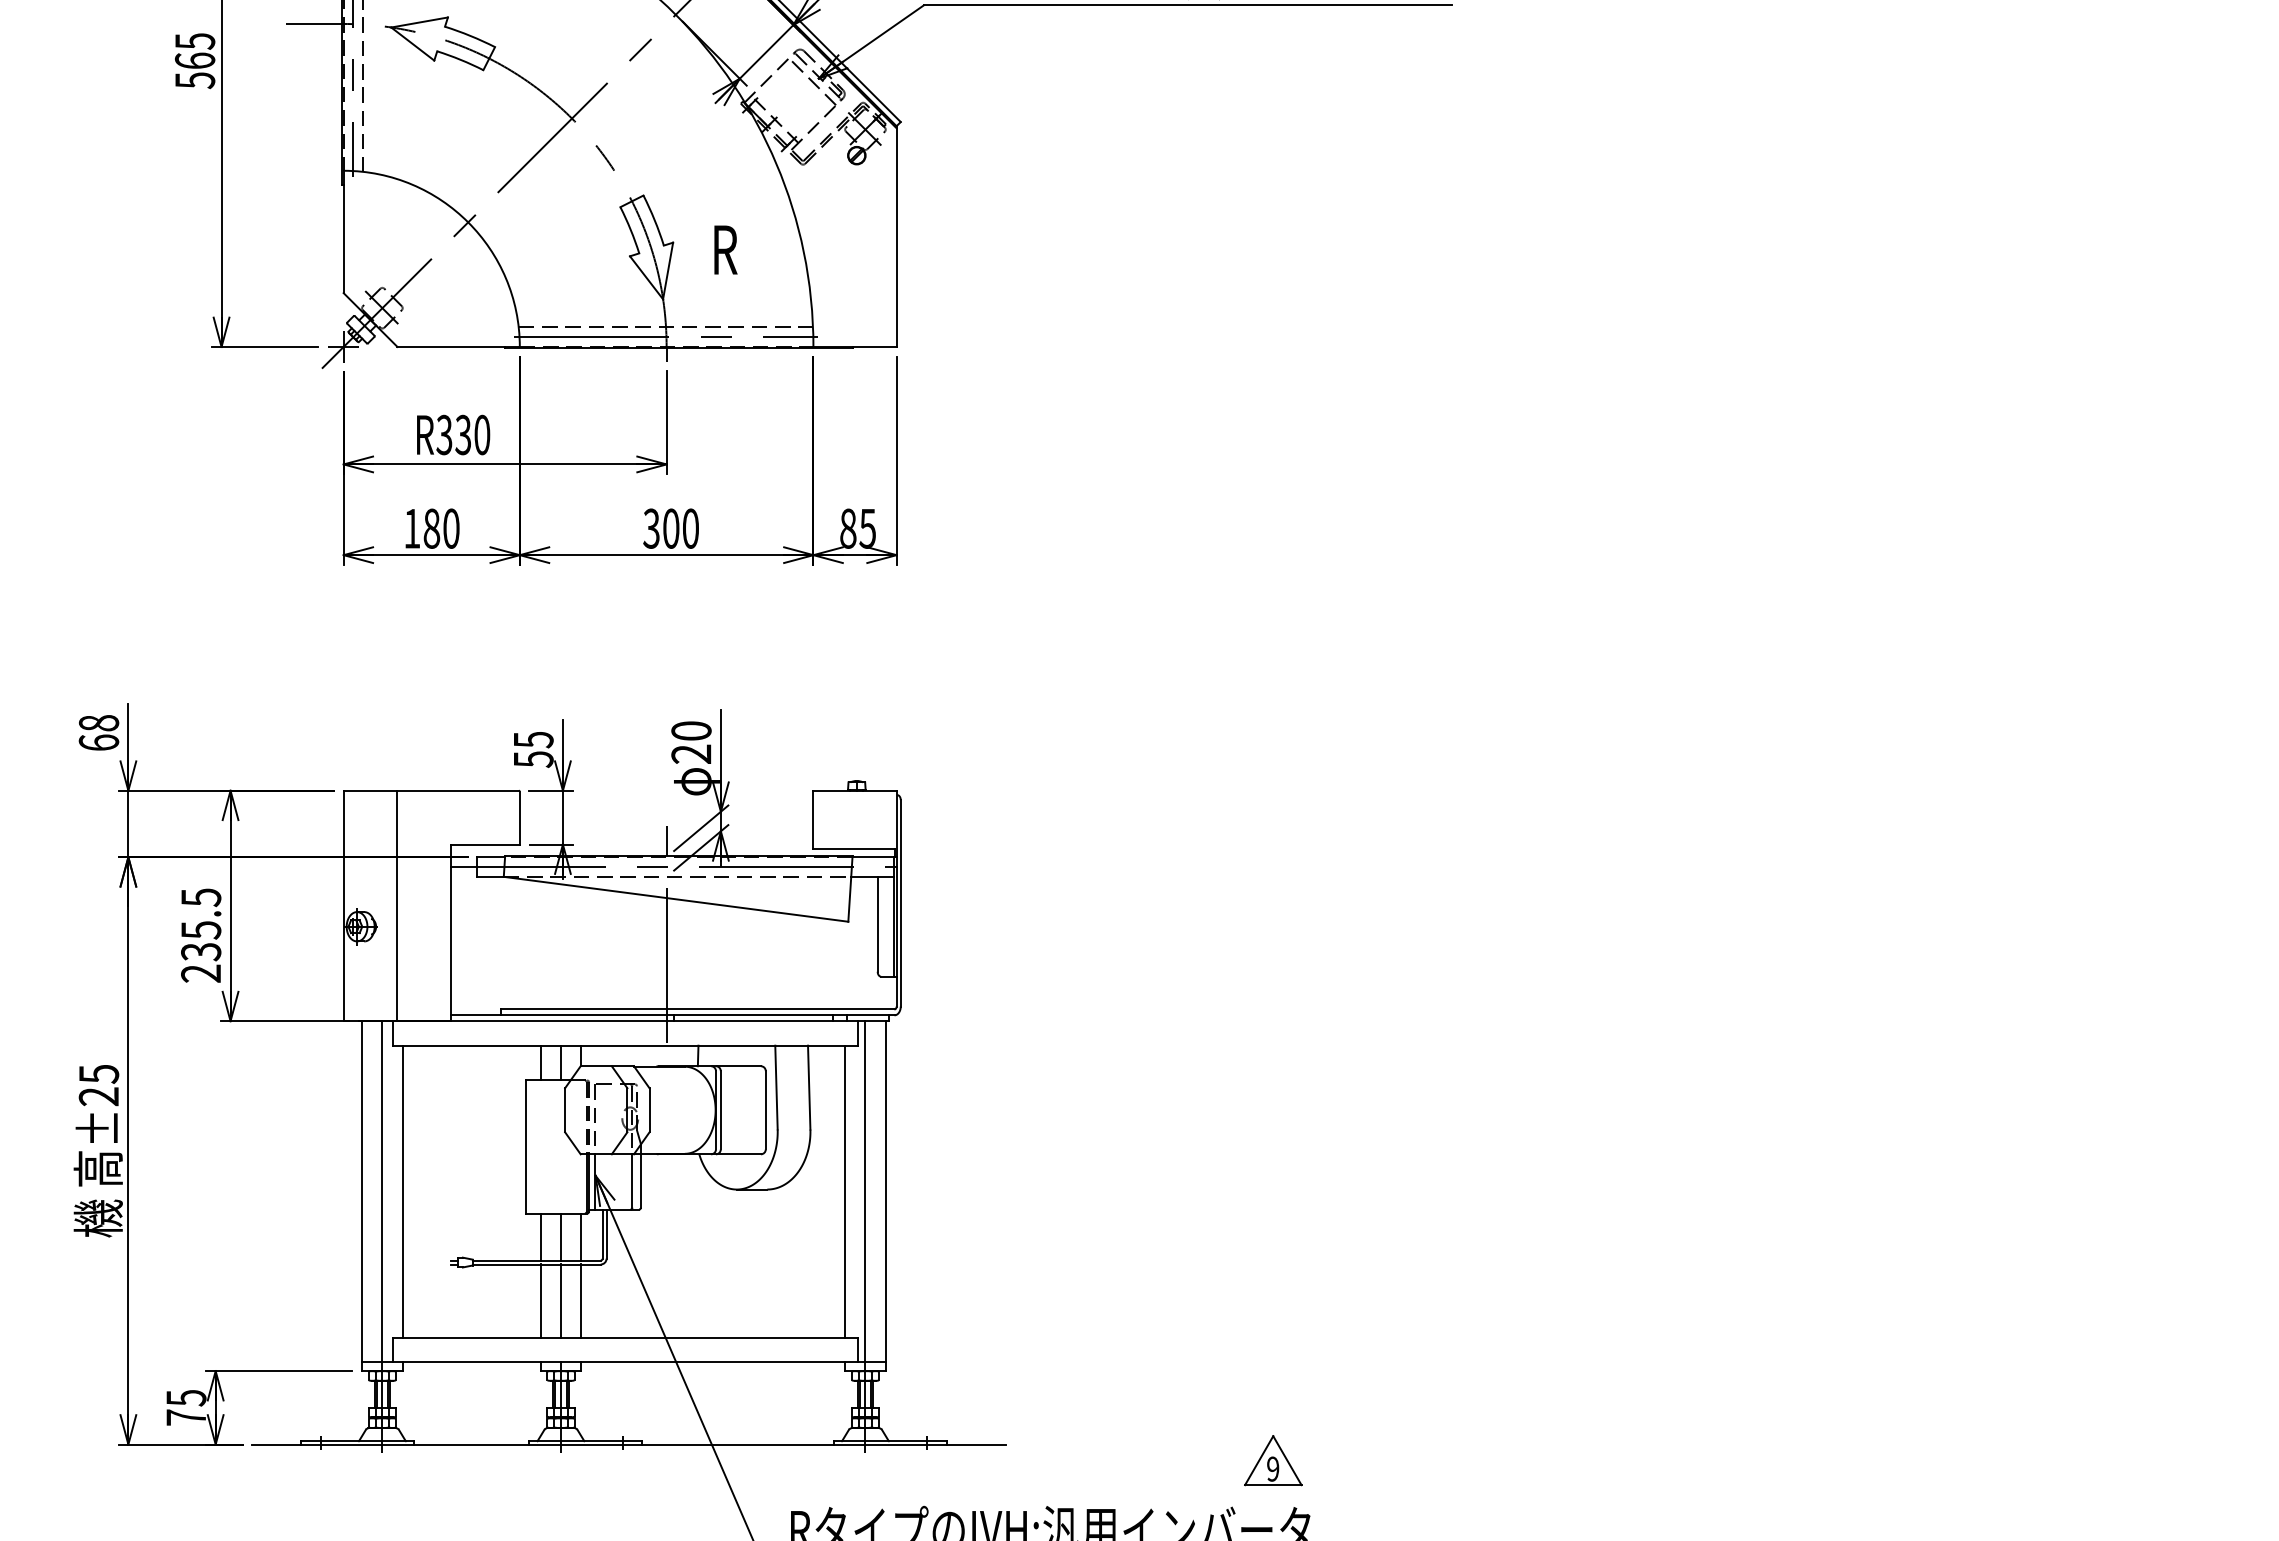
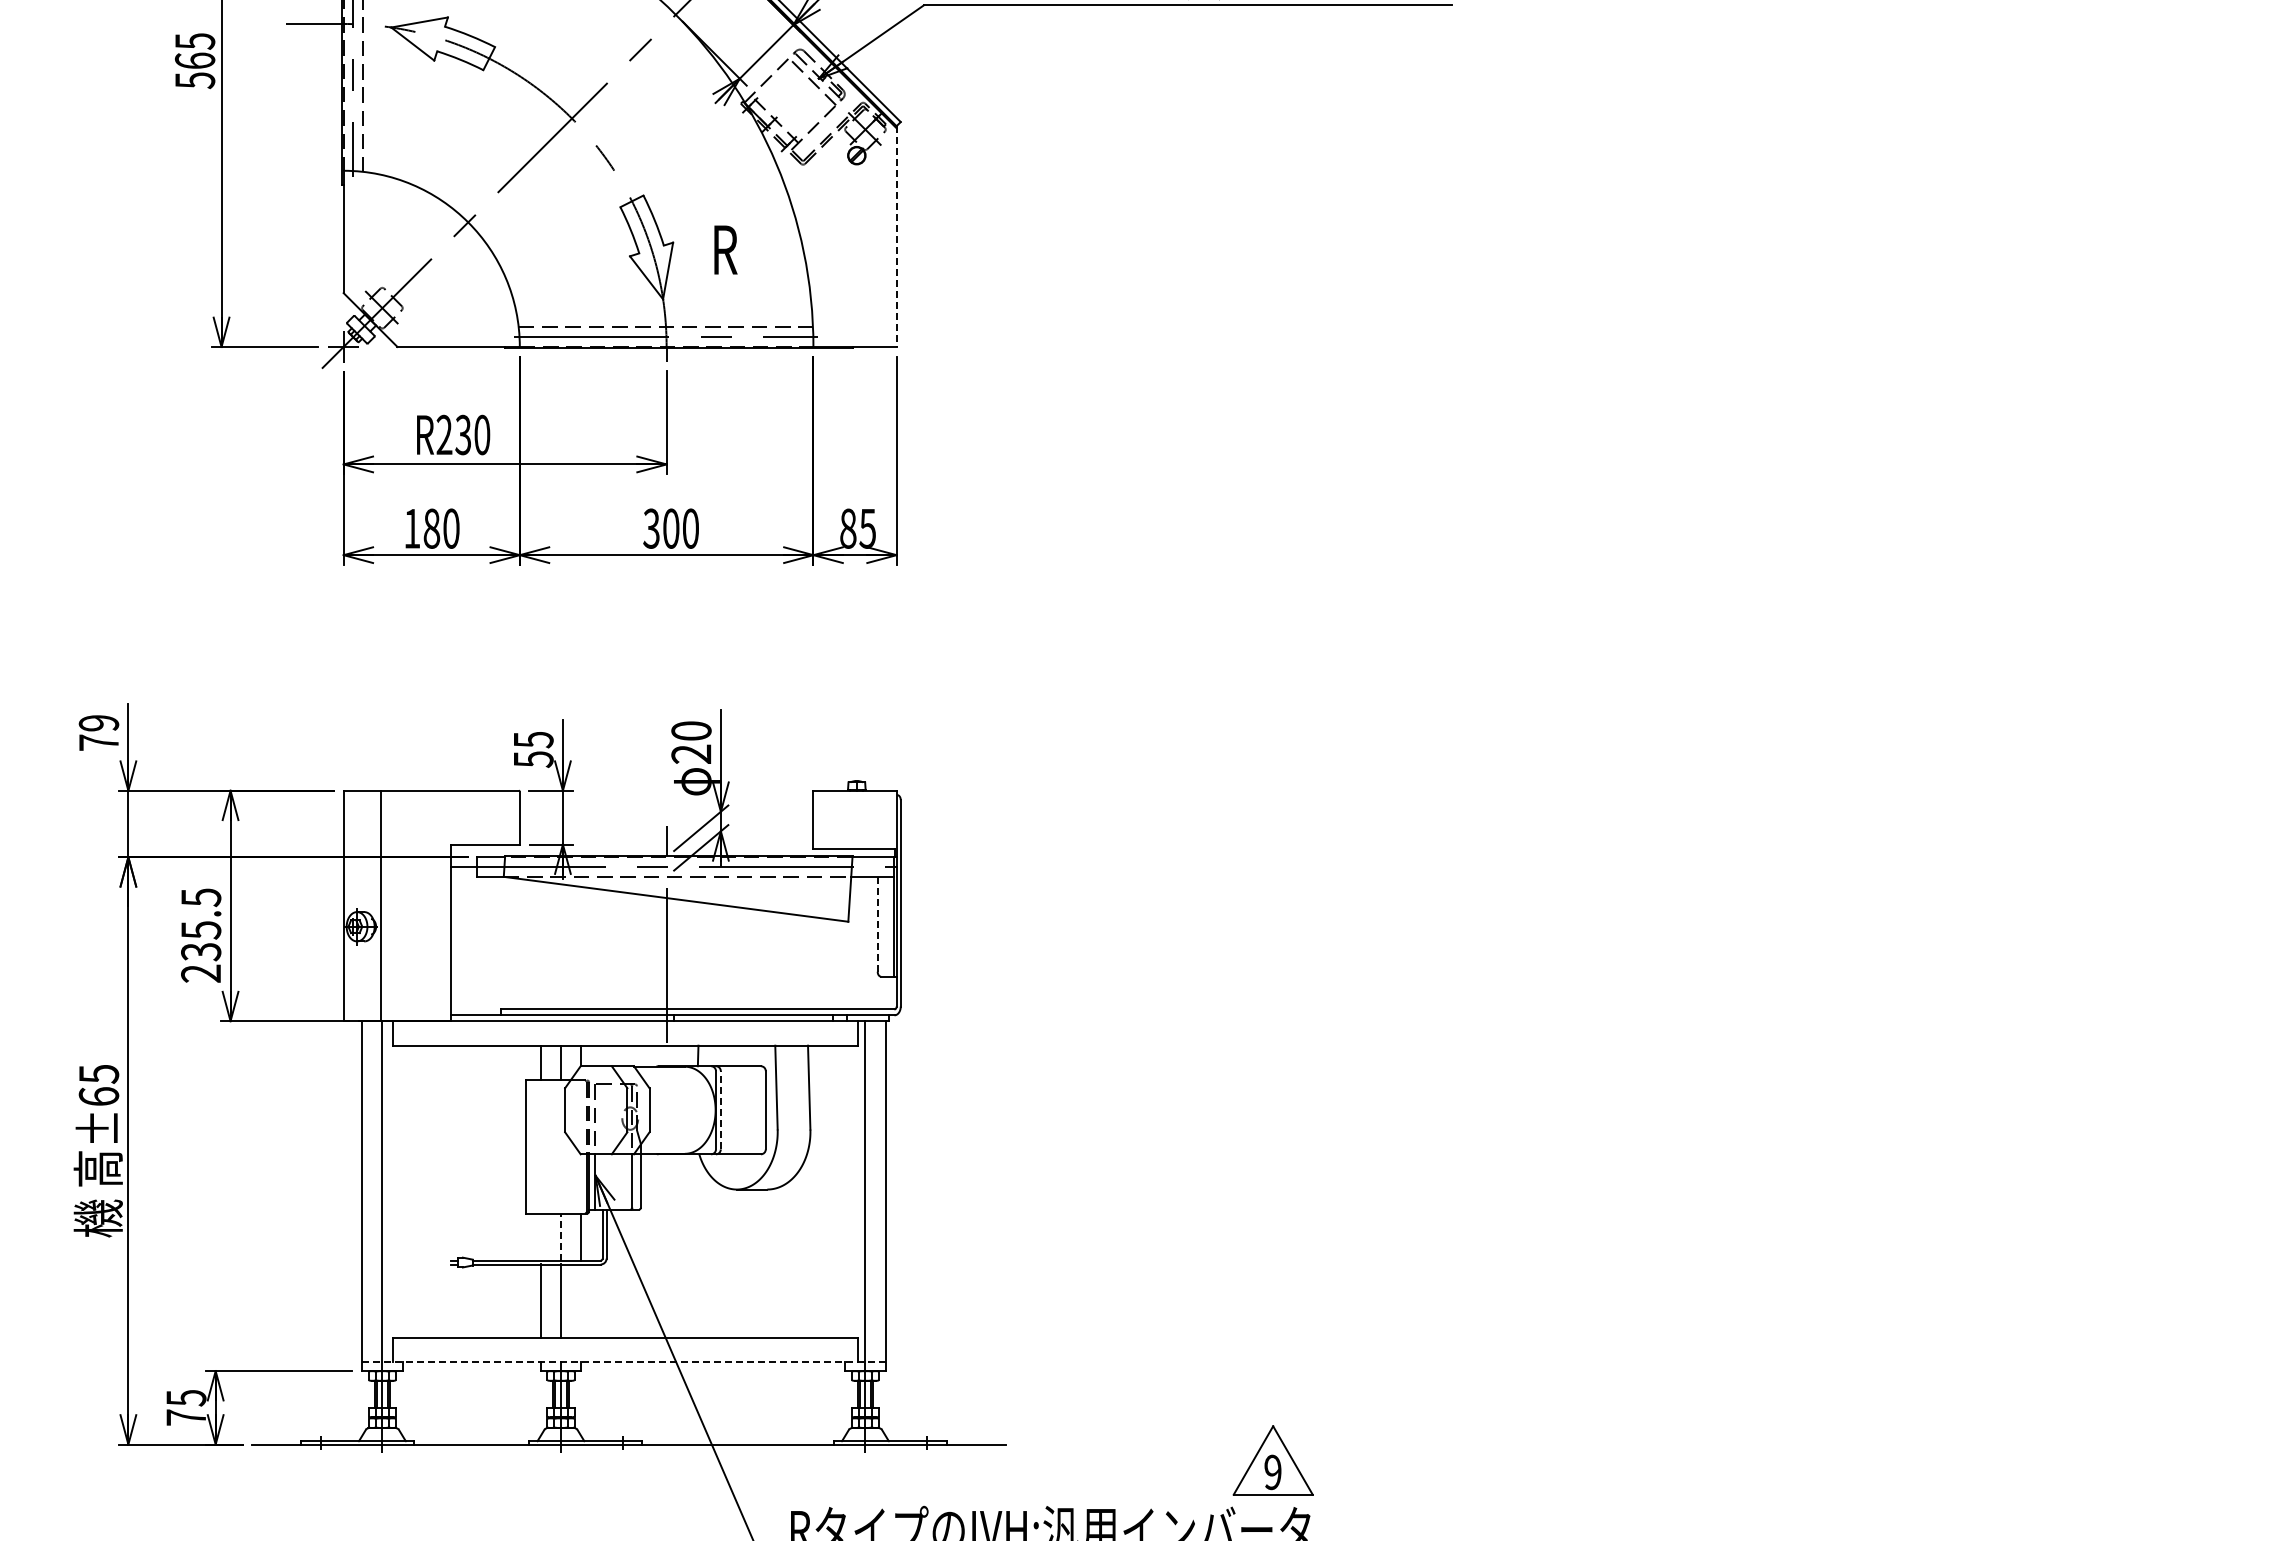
line at (896, 237): solid -> dashed
text at (444, 435): R330 -> R230
text at (98, 732): 68 -> 79
line at (397, 905) position: (397, 905) -> (381, 905)
line at (877, 924): solid -> dashed
text at (98, 1096): ±25 -> ±65
line at (720, 1109): solid -> dashed
line at (402, 1191): present -> none
line at (845, 1191): present -> none
line at (540, 1236): present -> none
line at (560, 1237): solid -> dashed
line at (581, 1300): present -> none
line at (623, 1362): solid -> dashed
part at (1273, 1460) size: 59x52 px -> 82x71 px
